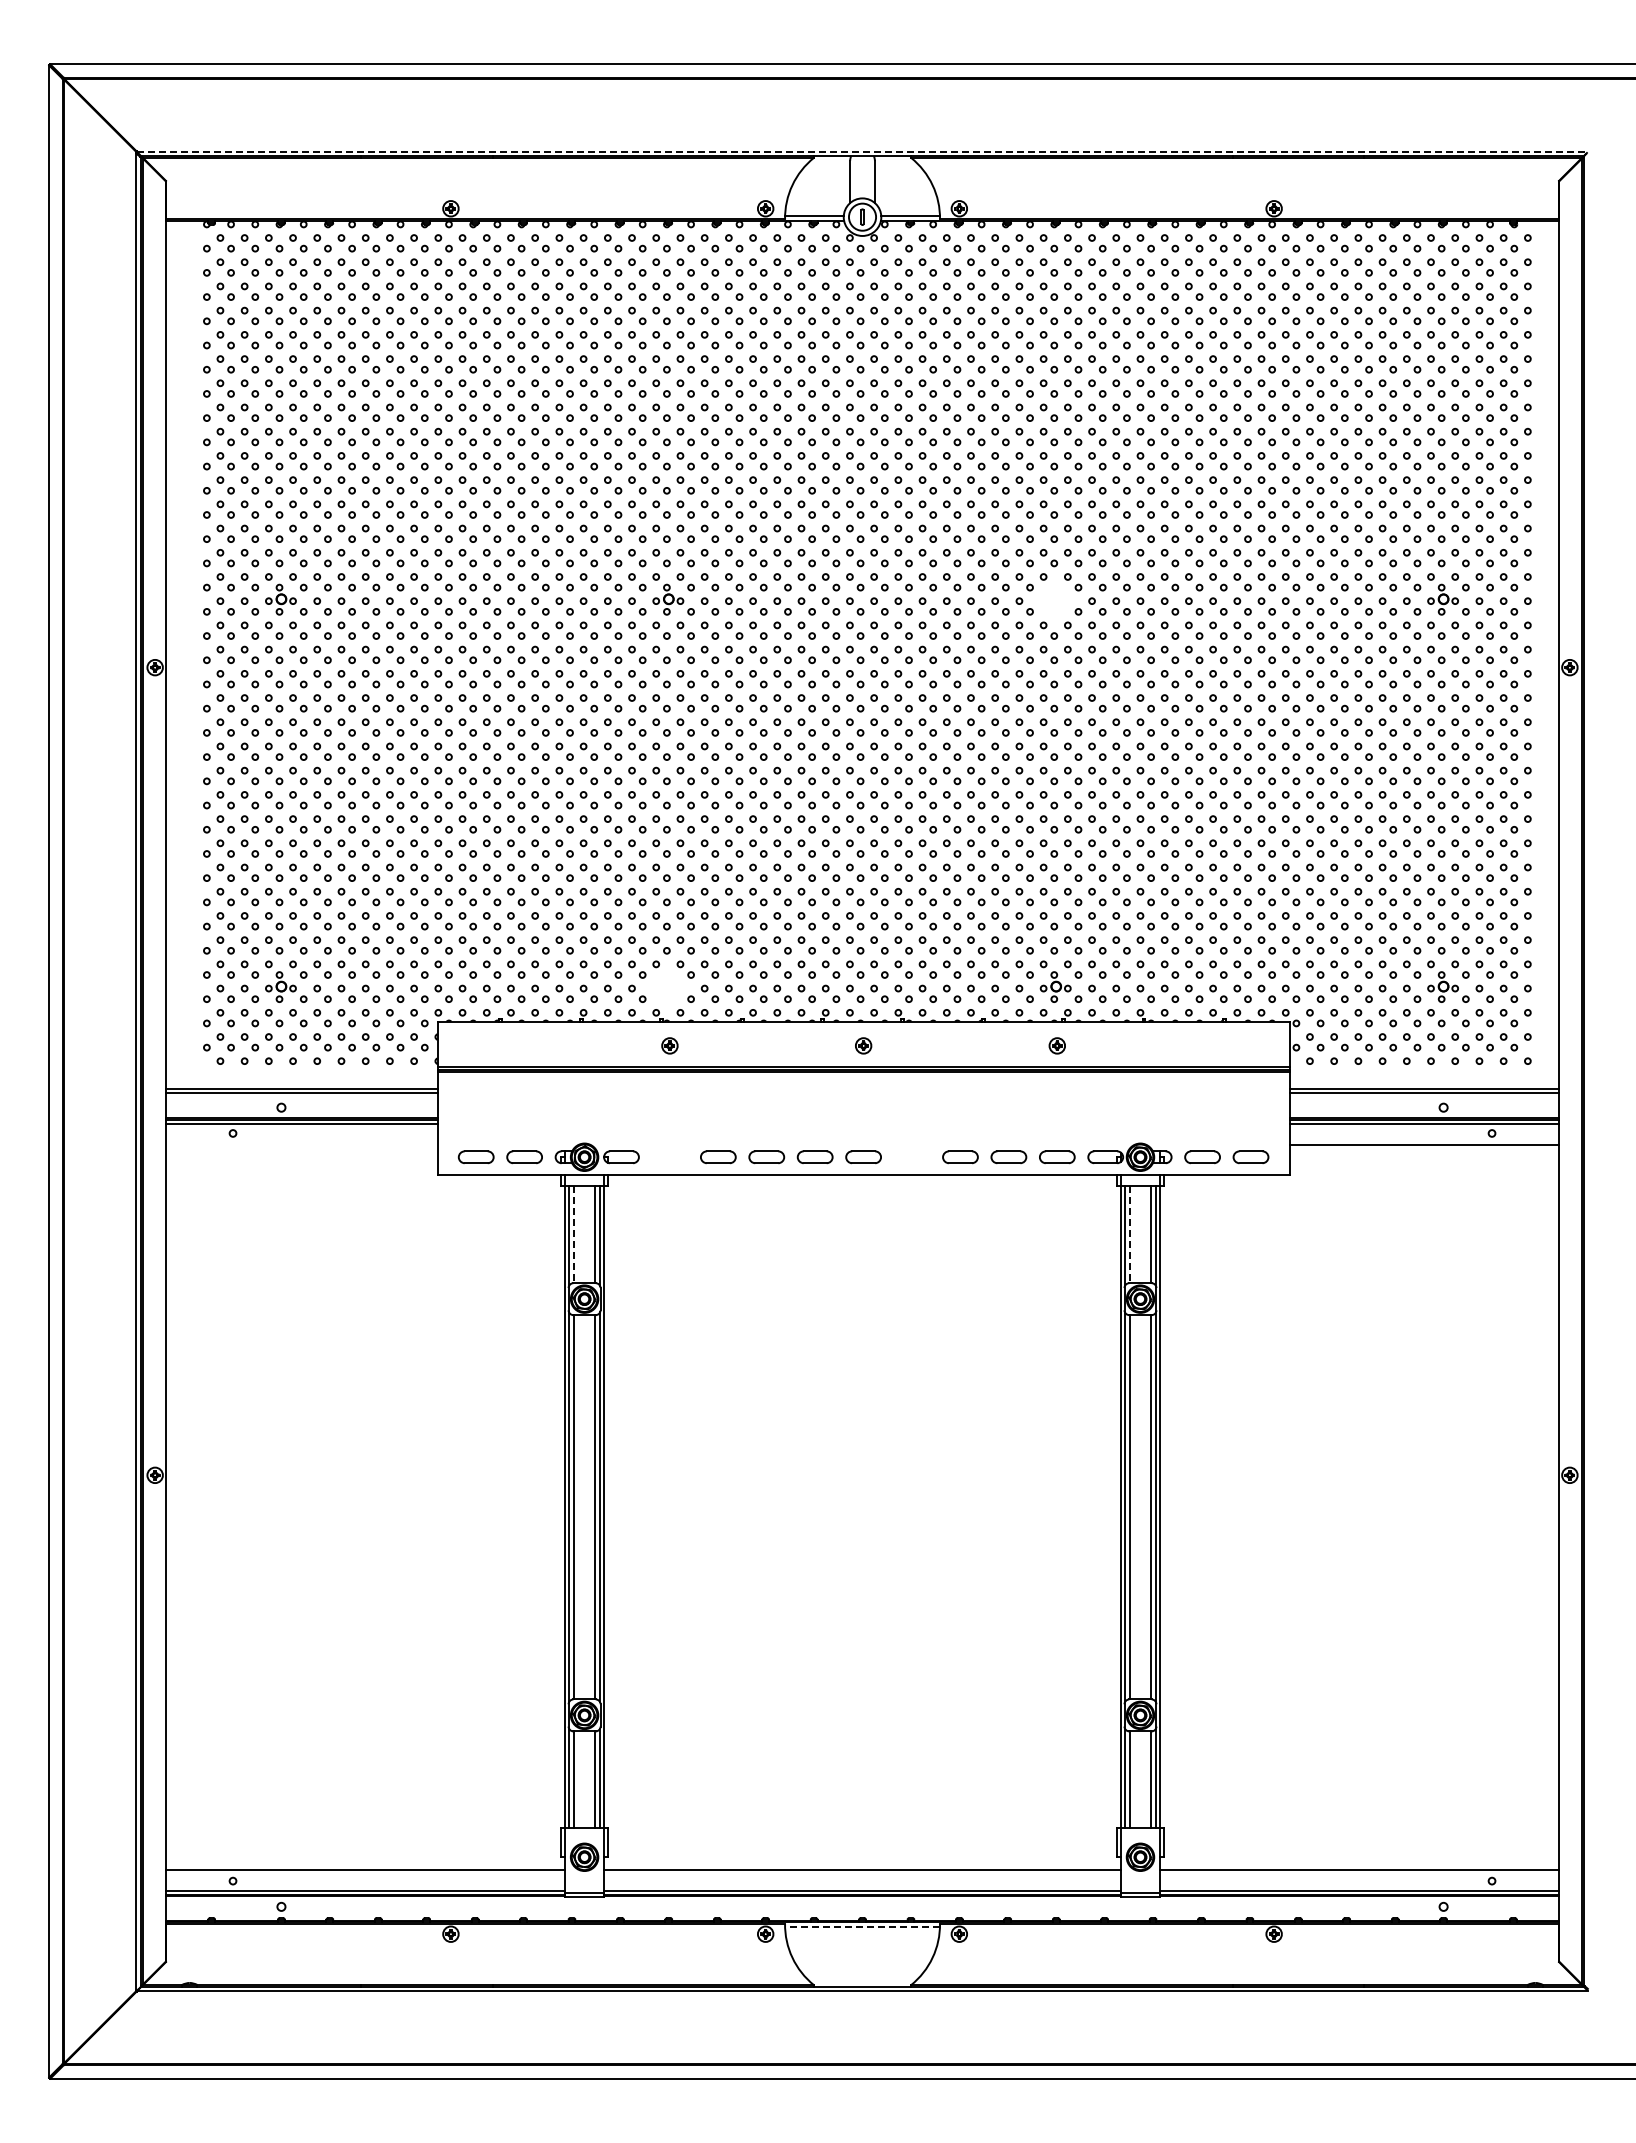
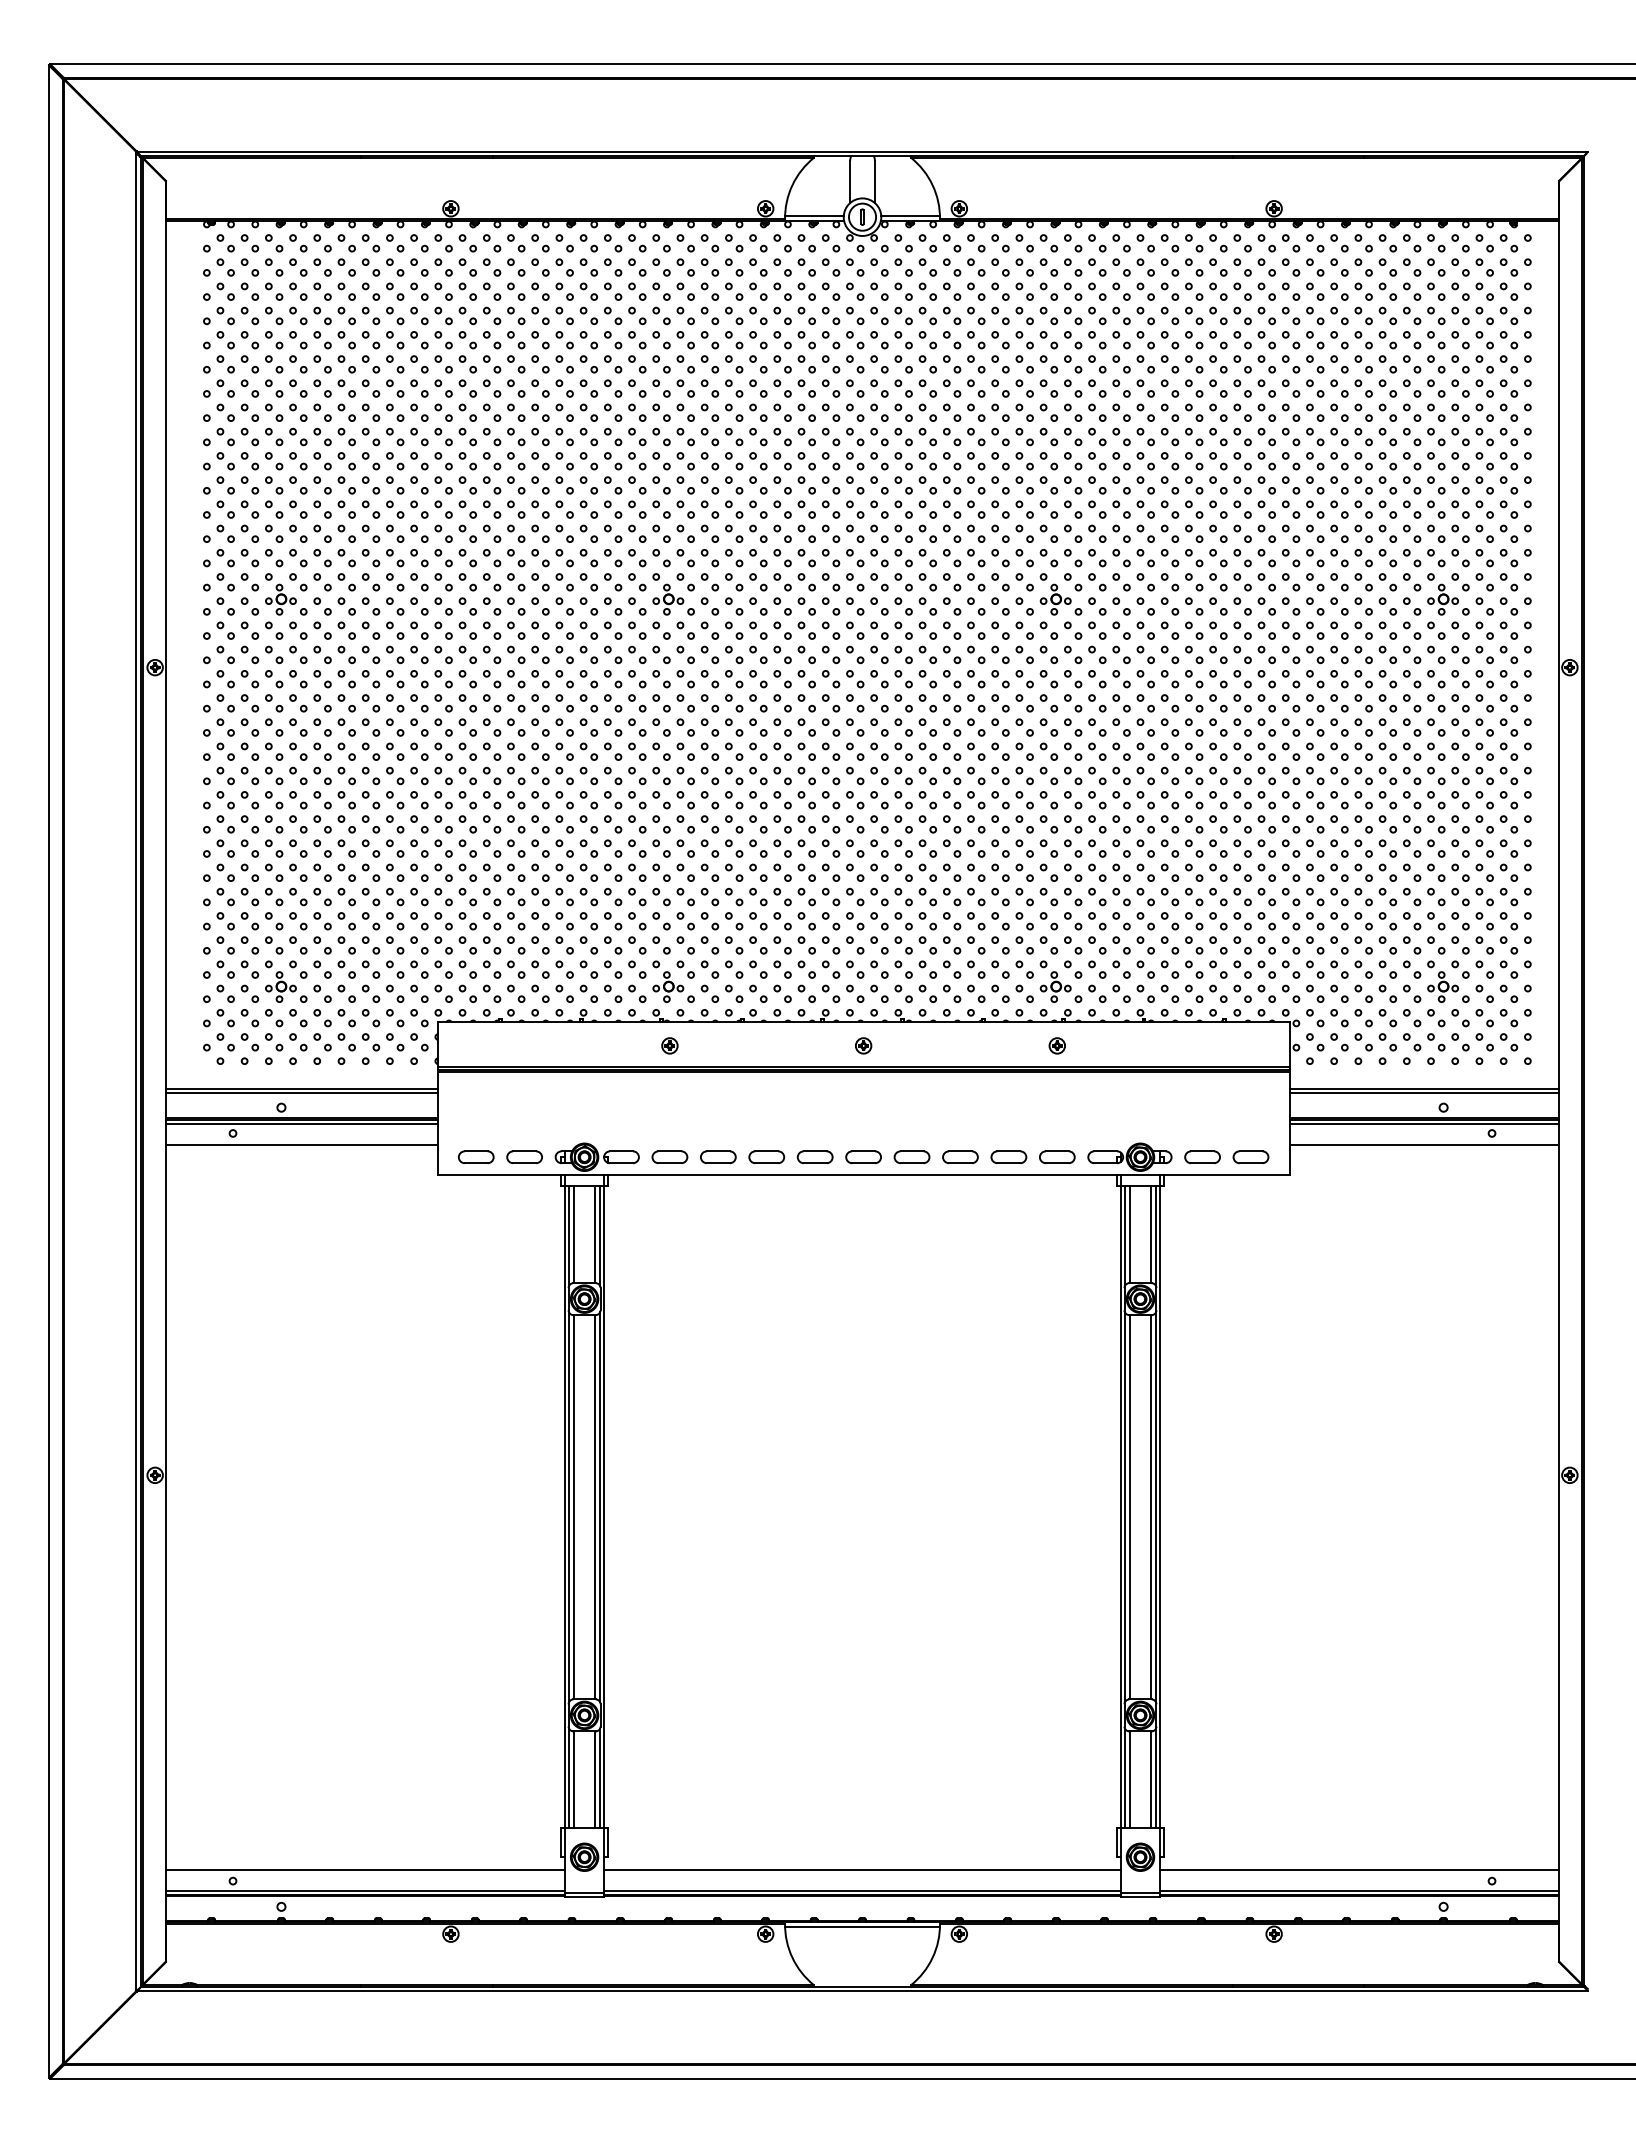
line at (863, 151): dashed -> solid
part at (1055, 599): none -> present
part at (668, 986): none -> present
line at (301, 1145): none -> present
part at (669, 1156): none -> present
part at (911, 1156): none -> present
line at (573, 1235): dashed -> solid
line at (1129, 1235): dashed -> solid
line at (862, 1926): dashed -> solid
